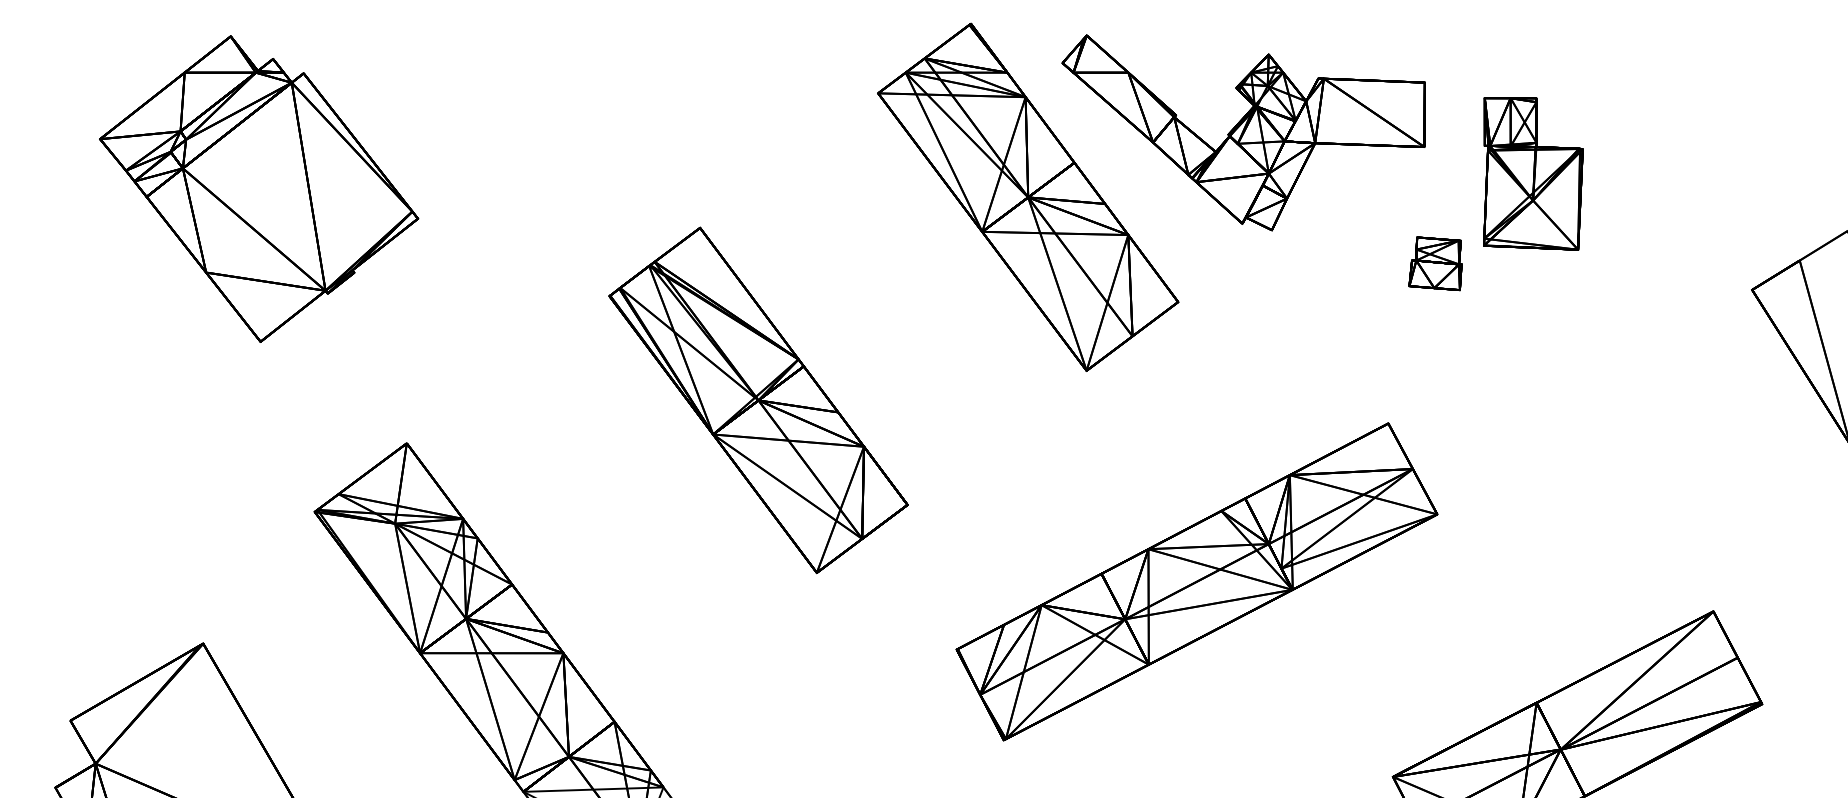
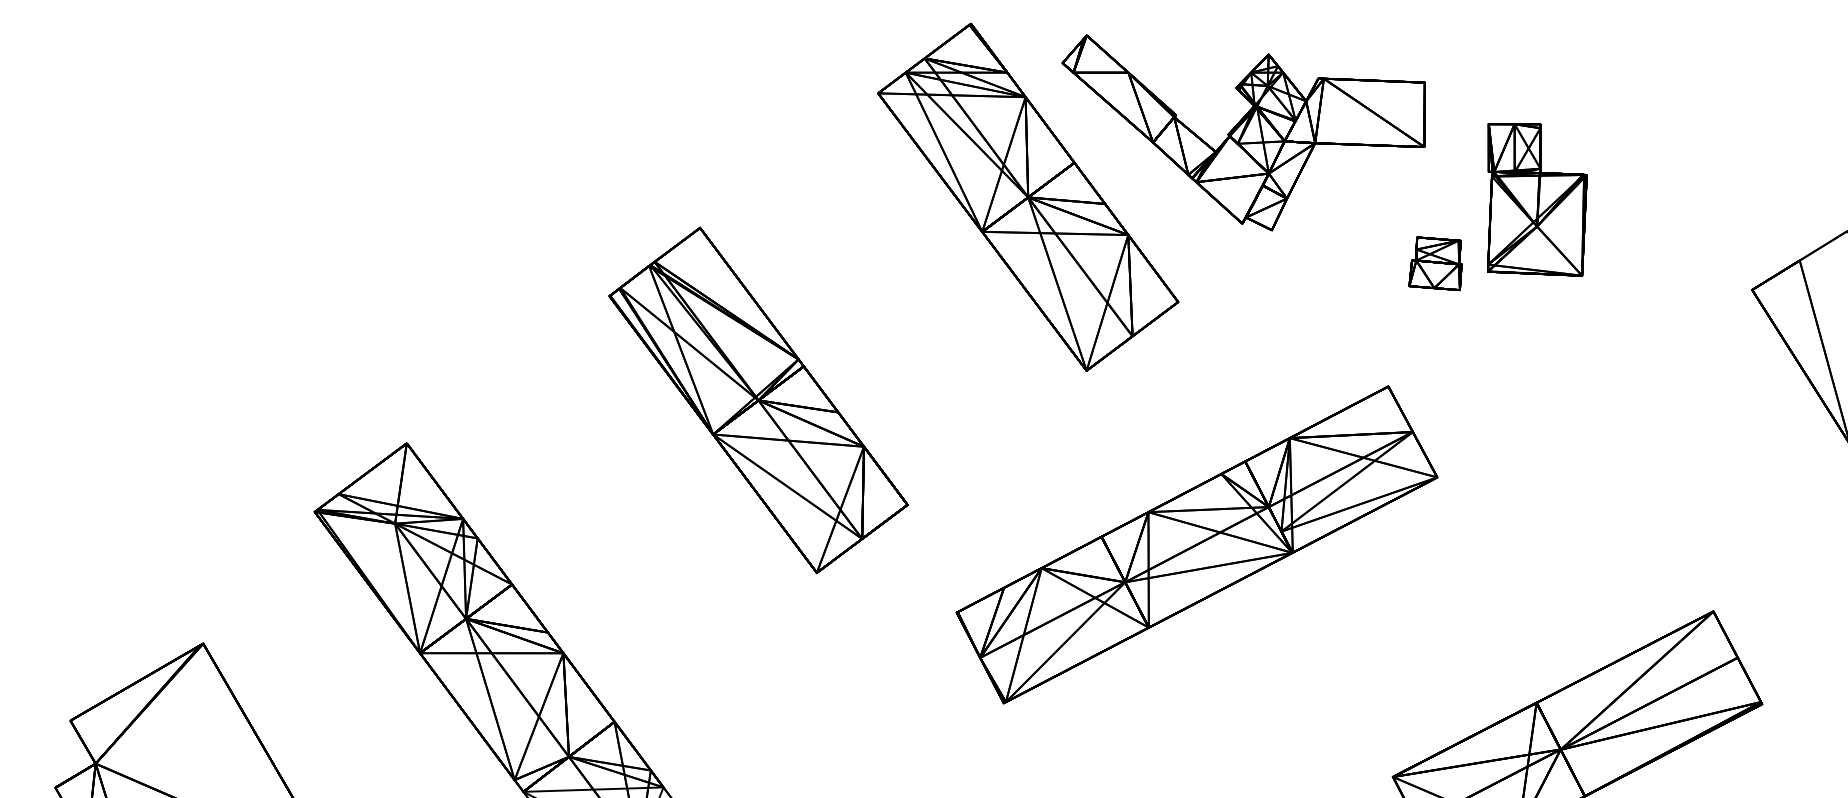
part at (1533, 173) position: (1533, 173) -> (1537, 199)
part at (259, 188): present -> none
part at (1196, 581) position: (1196, 581) -> (1196, 544)
